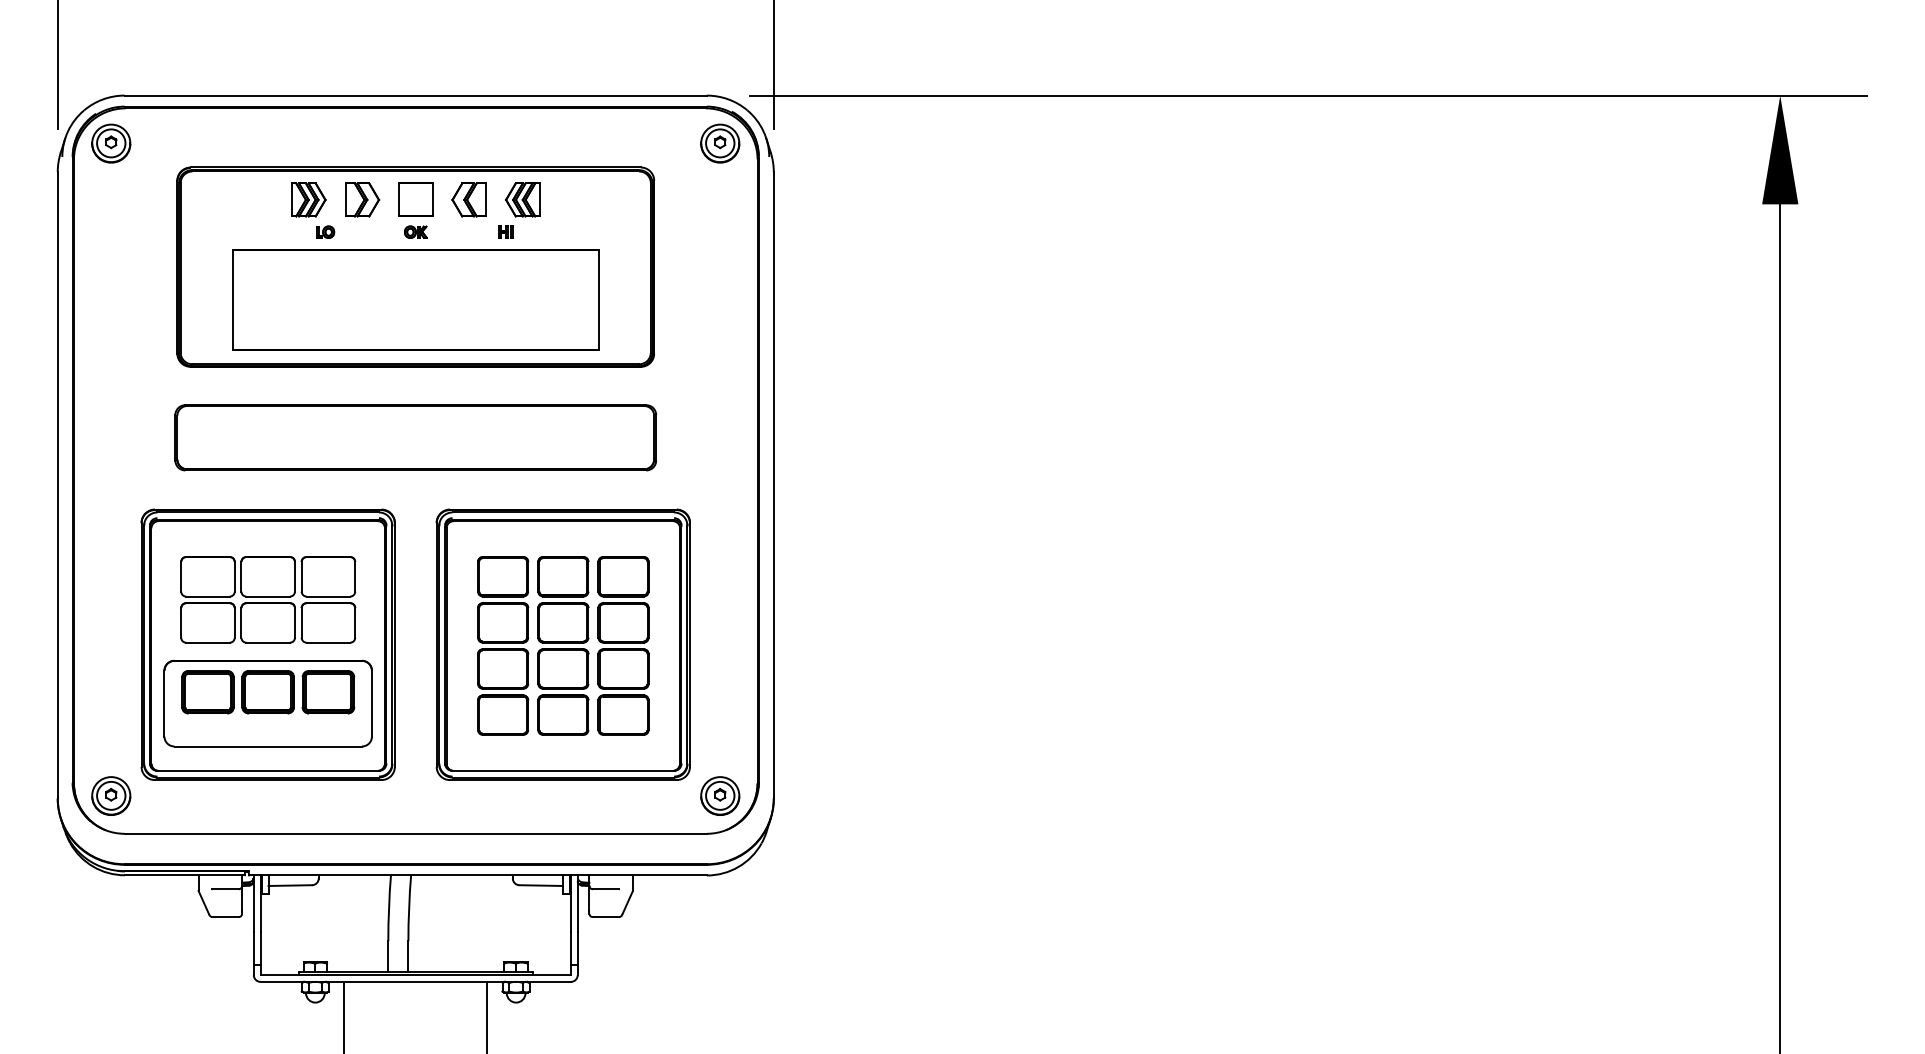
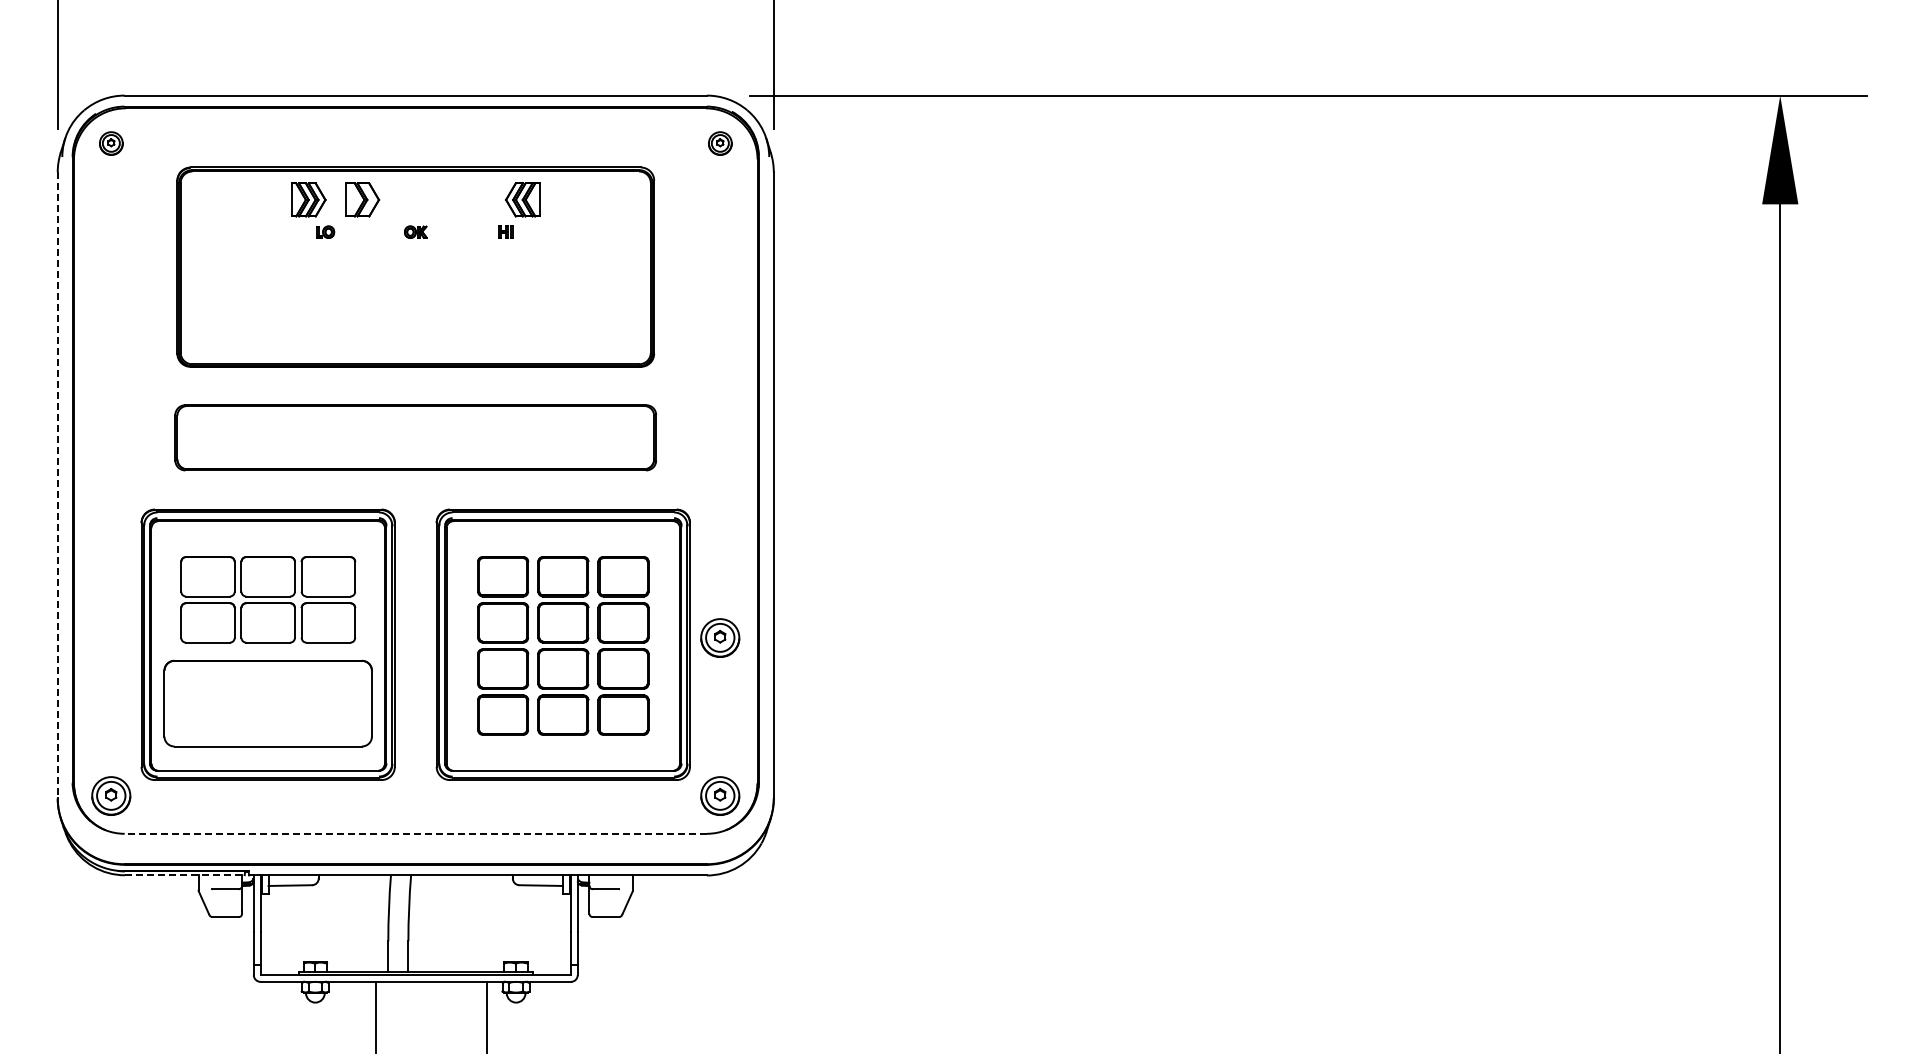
part at (111, 143) size: 41x41 px -> 25x25 px
part at (720, 143) size: 41x41 px -> 25x25 px
part at (415, 199): present -> none
part at (468, 199): present -> none
part at (415, 299): present -> none
line at (57, 485): solid -> dashed
part at (720, 637): none -> present
part at (268, 692): present -> none
line at (415, 833): solid -> dashed
line at (184, 875): solid -> dashed
line at (344, 1015) position: (344, 1015) -> (376, 1015)
